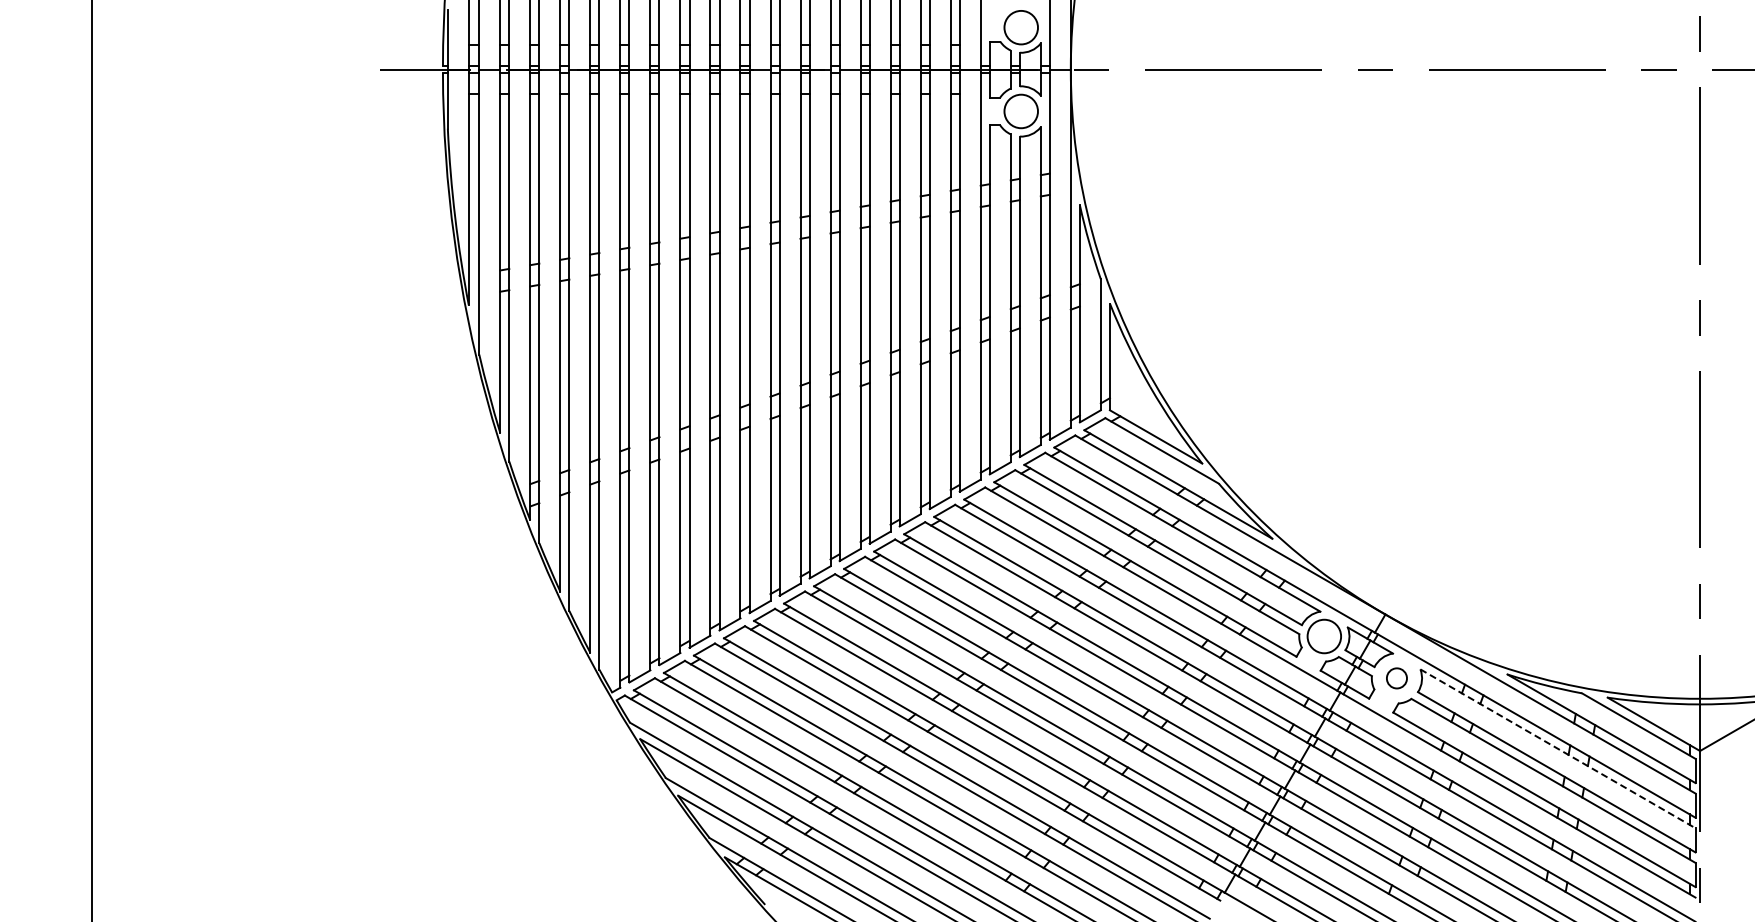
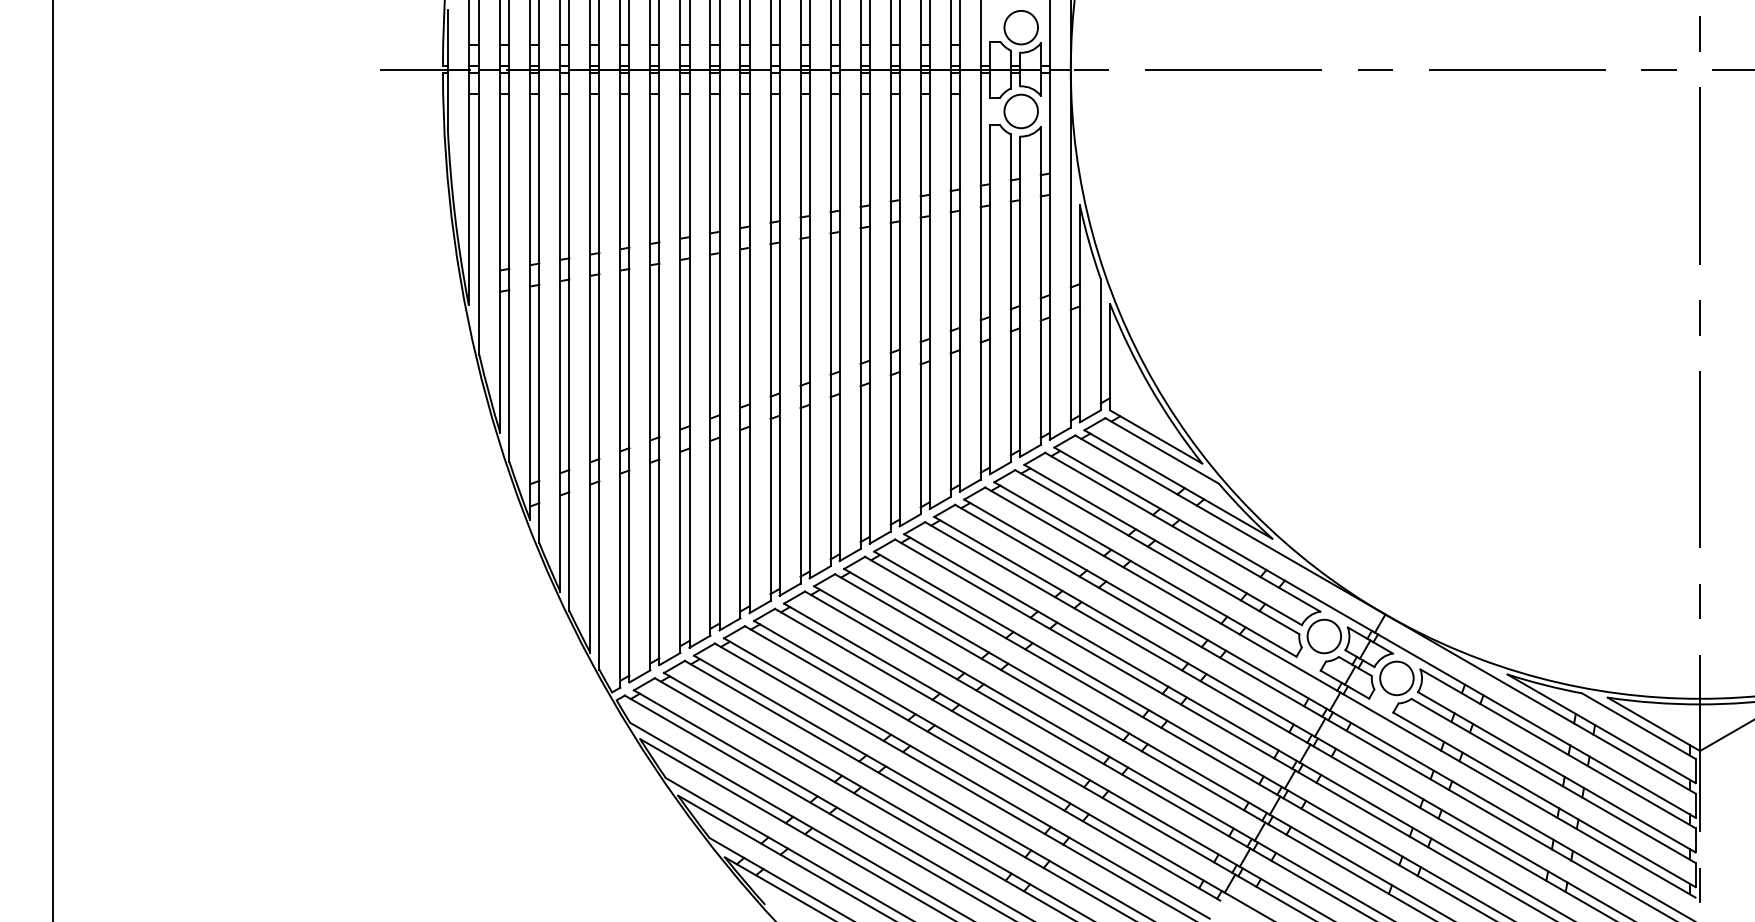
line at (91, 460) position: (91, 460) -> (52, 460)
circle at (1396, 678) diameter: 20 px -> 34 px
line at (1557, 748): dashed -> solid
